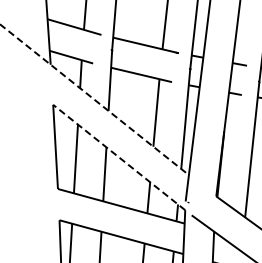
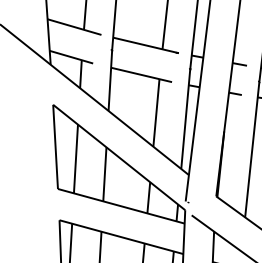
line at (95, 100): dashed -> solid
line at (118, 157): dashed -> solid
